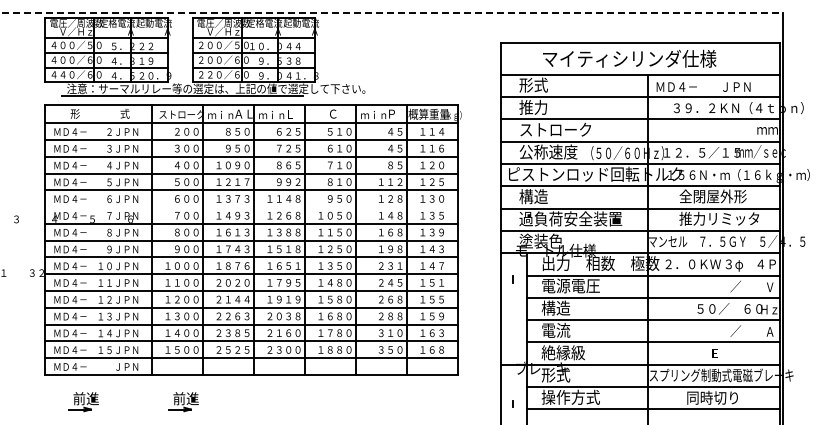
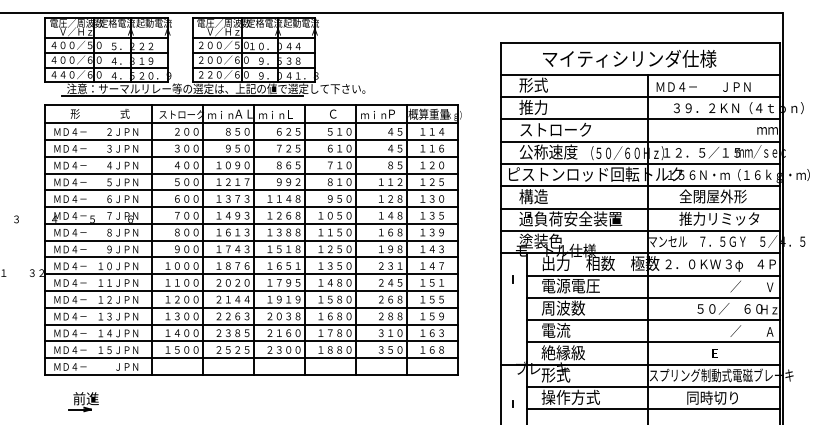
line at (392, 12): dashed -> solid
line at (250, 207): none -> present
text at (563, 307): 構造 -> 周波数
part at (183, 402): present -> none
